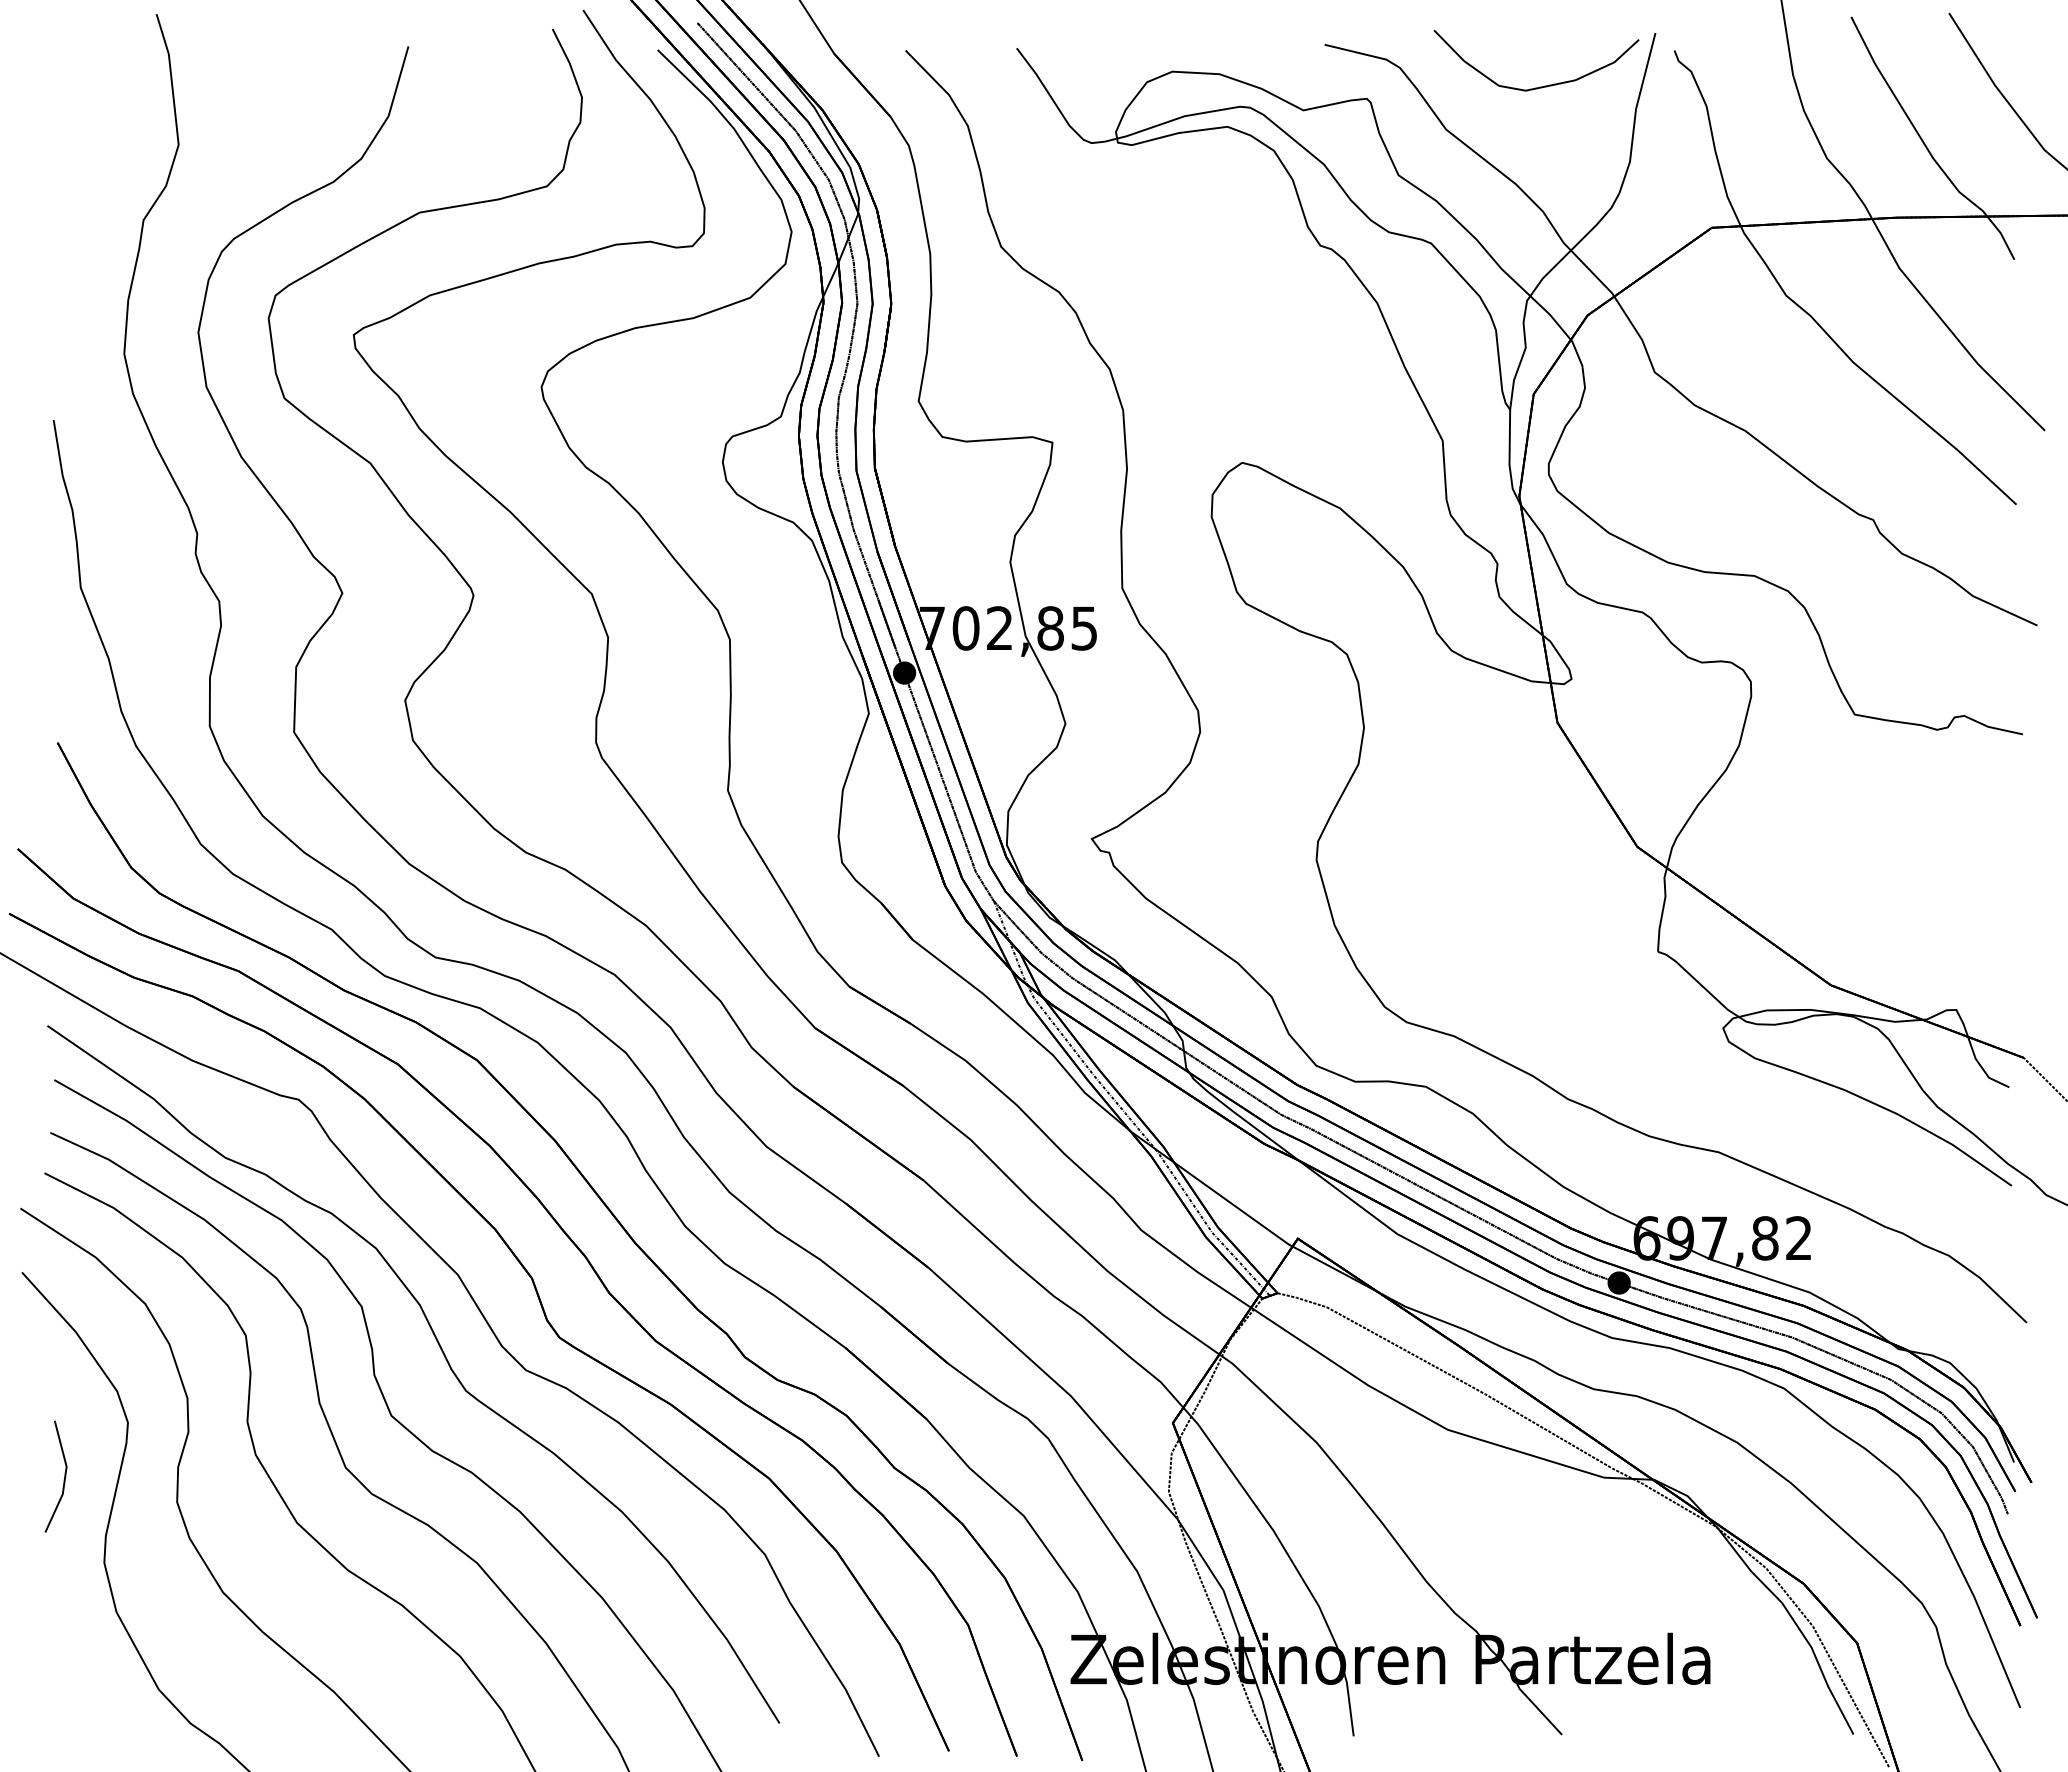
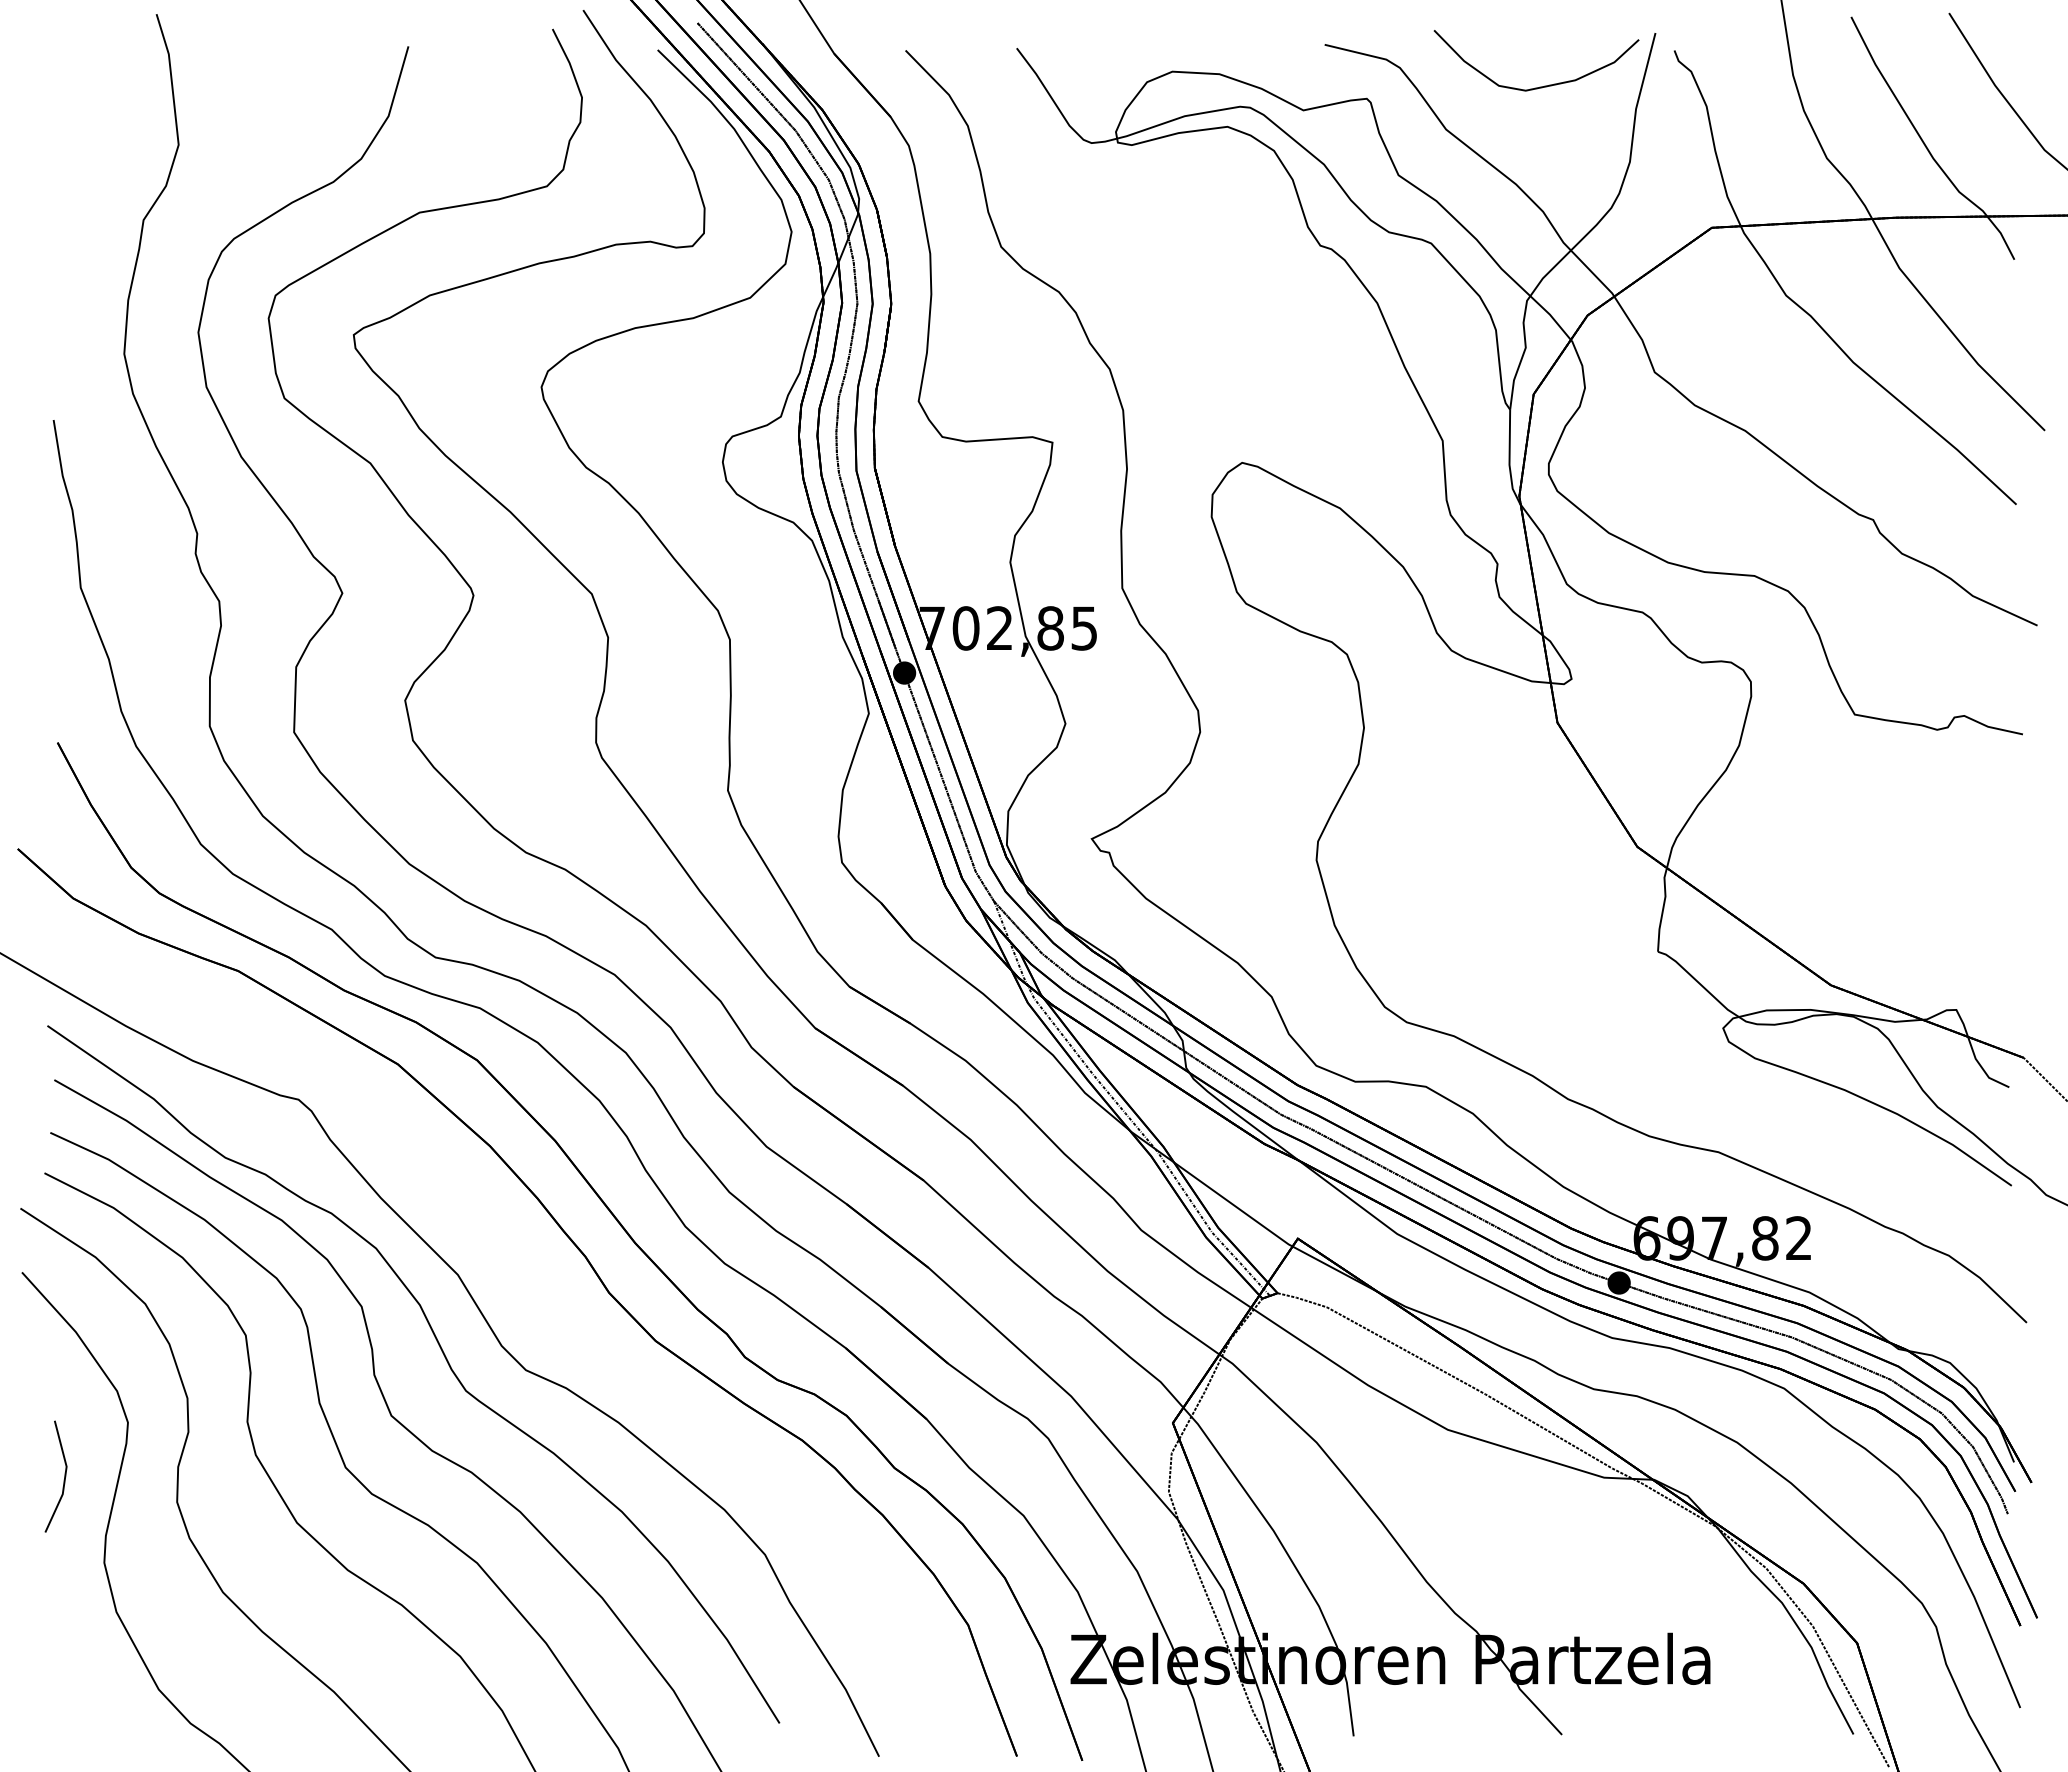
part at (542, 1311): present -> none
